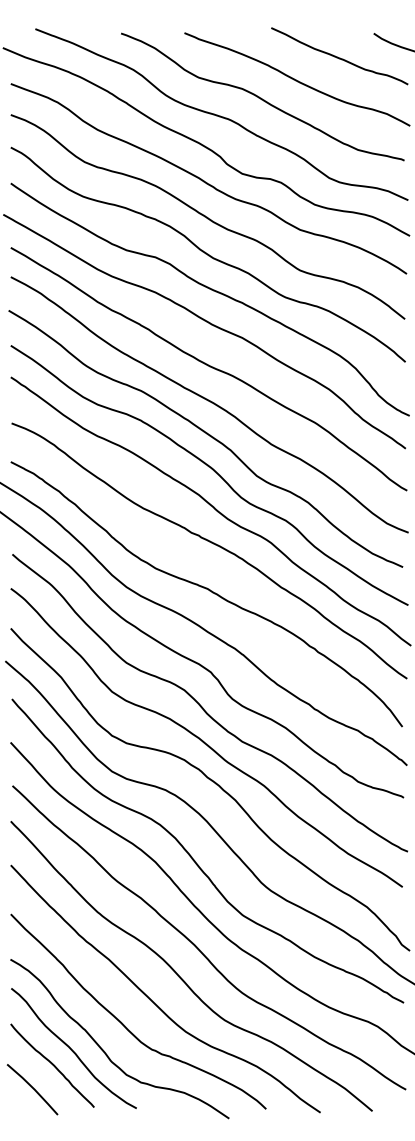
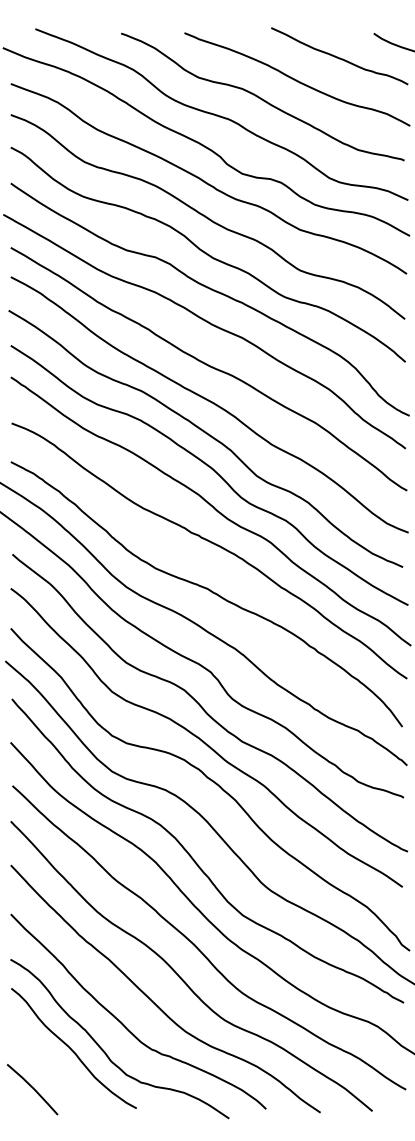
curve at (52, 1065): present -> none
